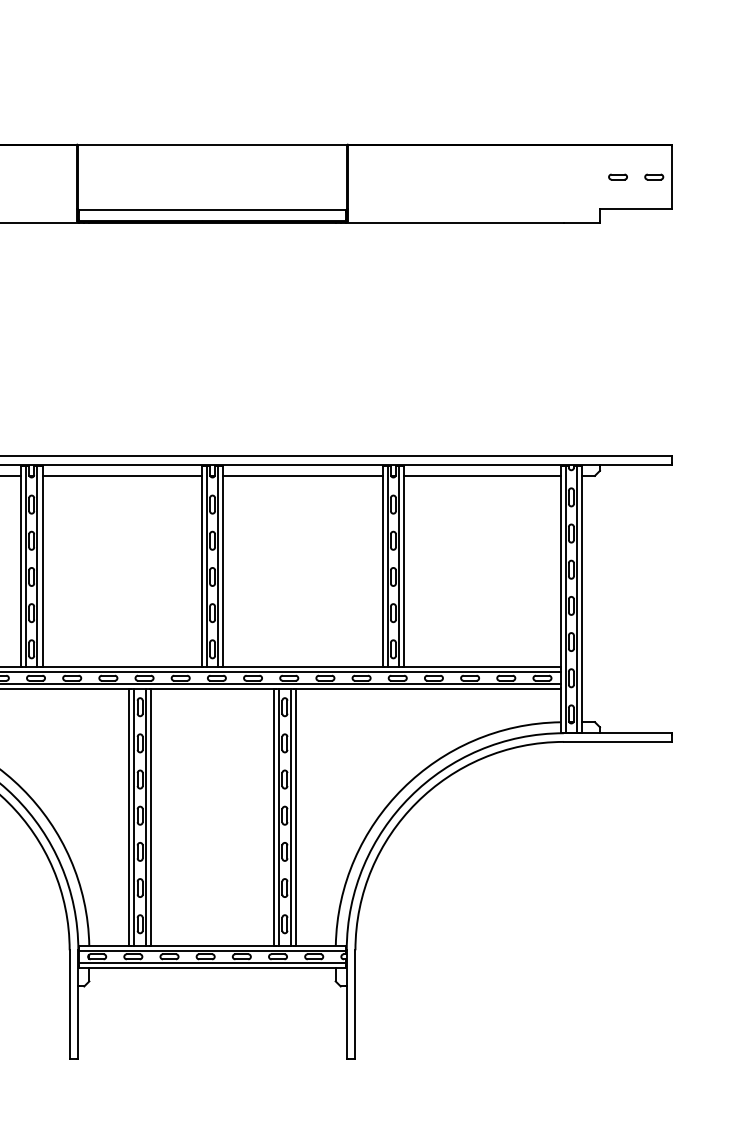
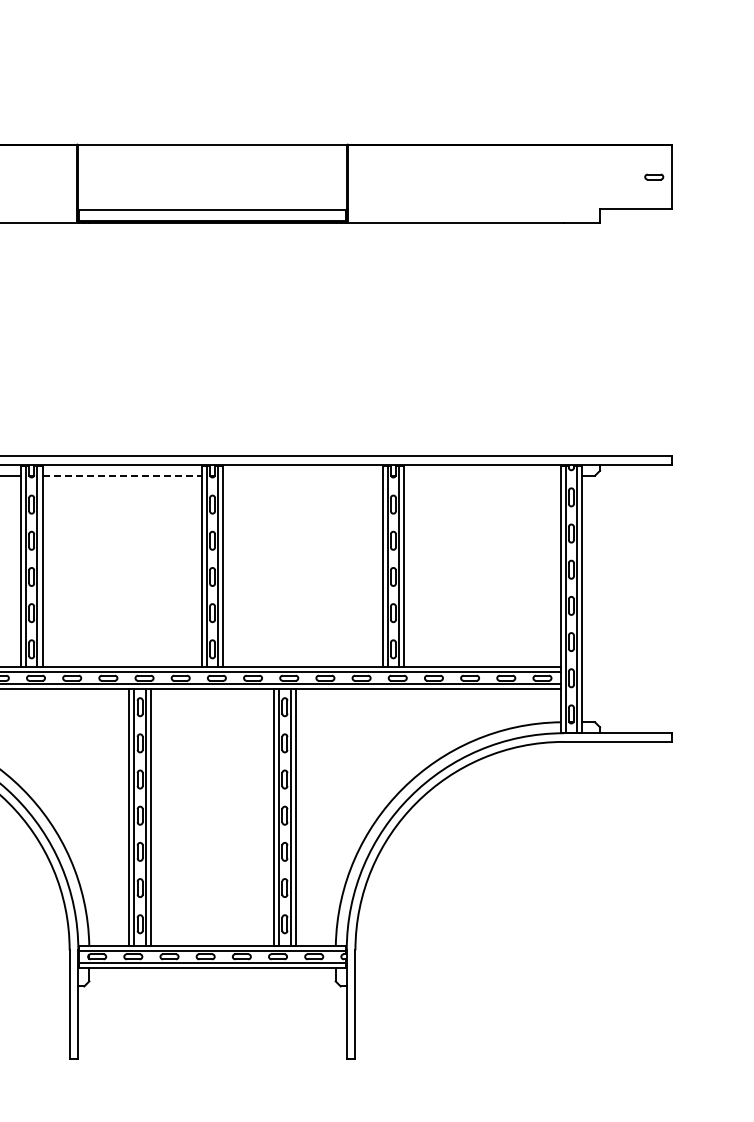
part at (617, 176): present -> none
line at (122, 475): solid -> dashed
line at (302, 475): present -> none
line at (482, 475): present -> none
